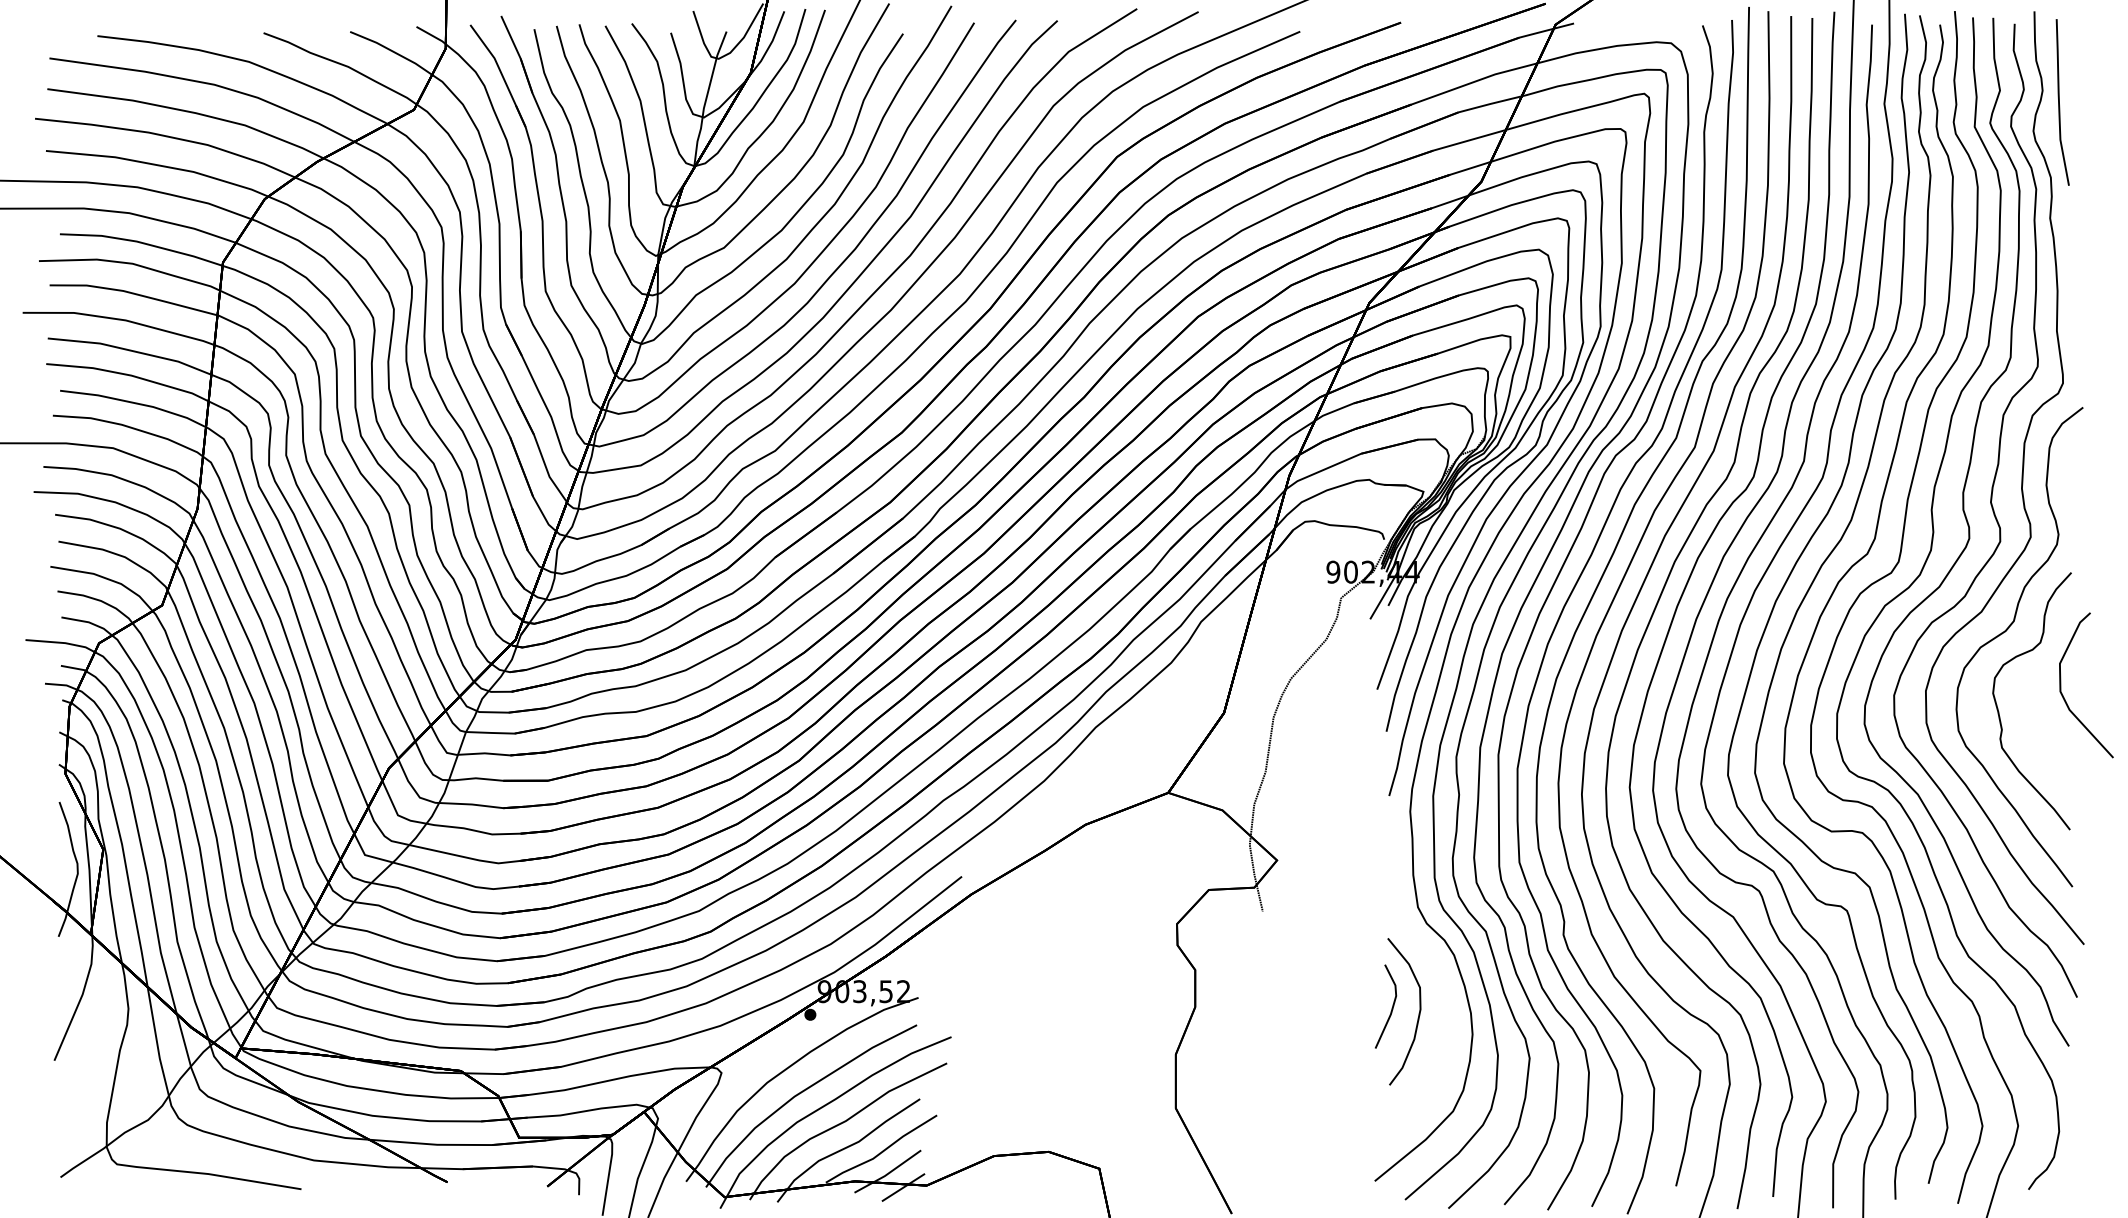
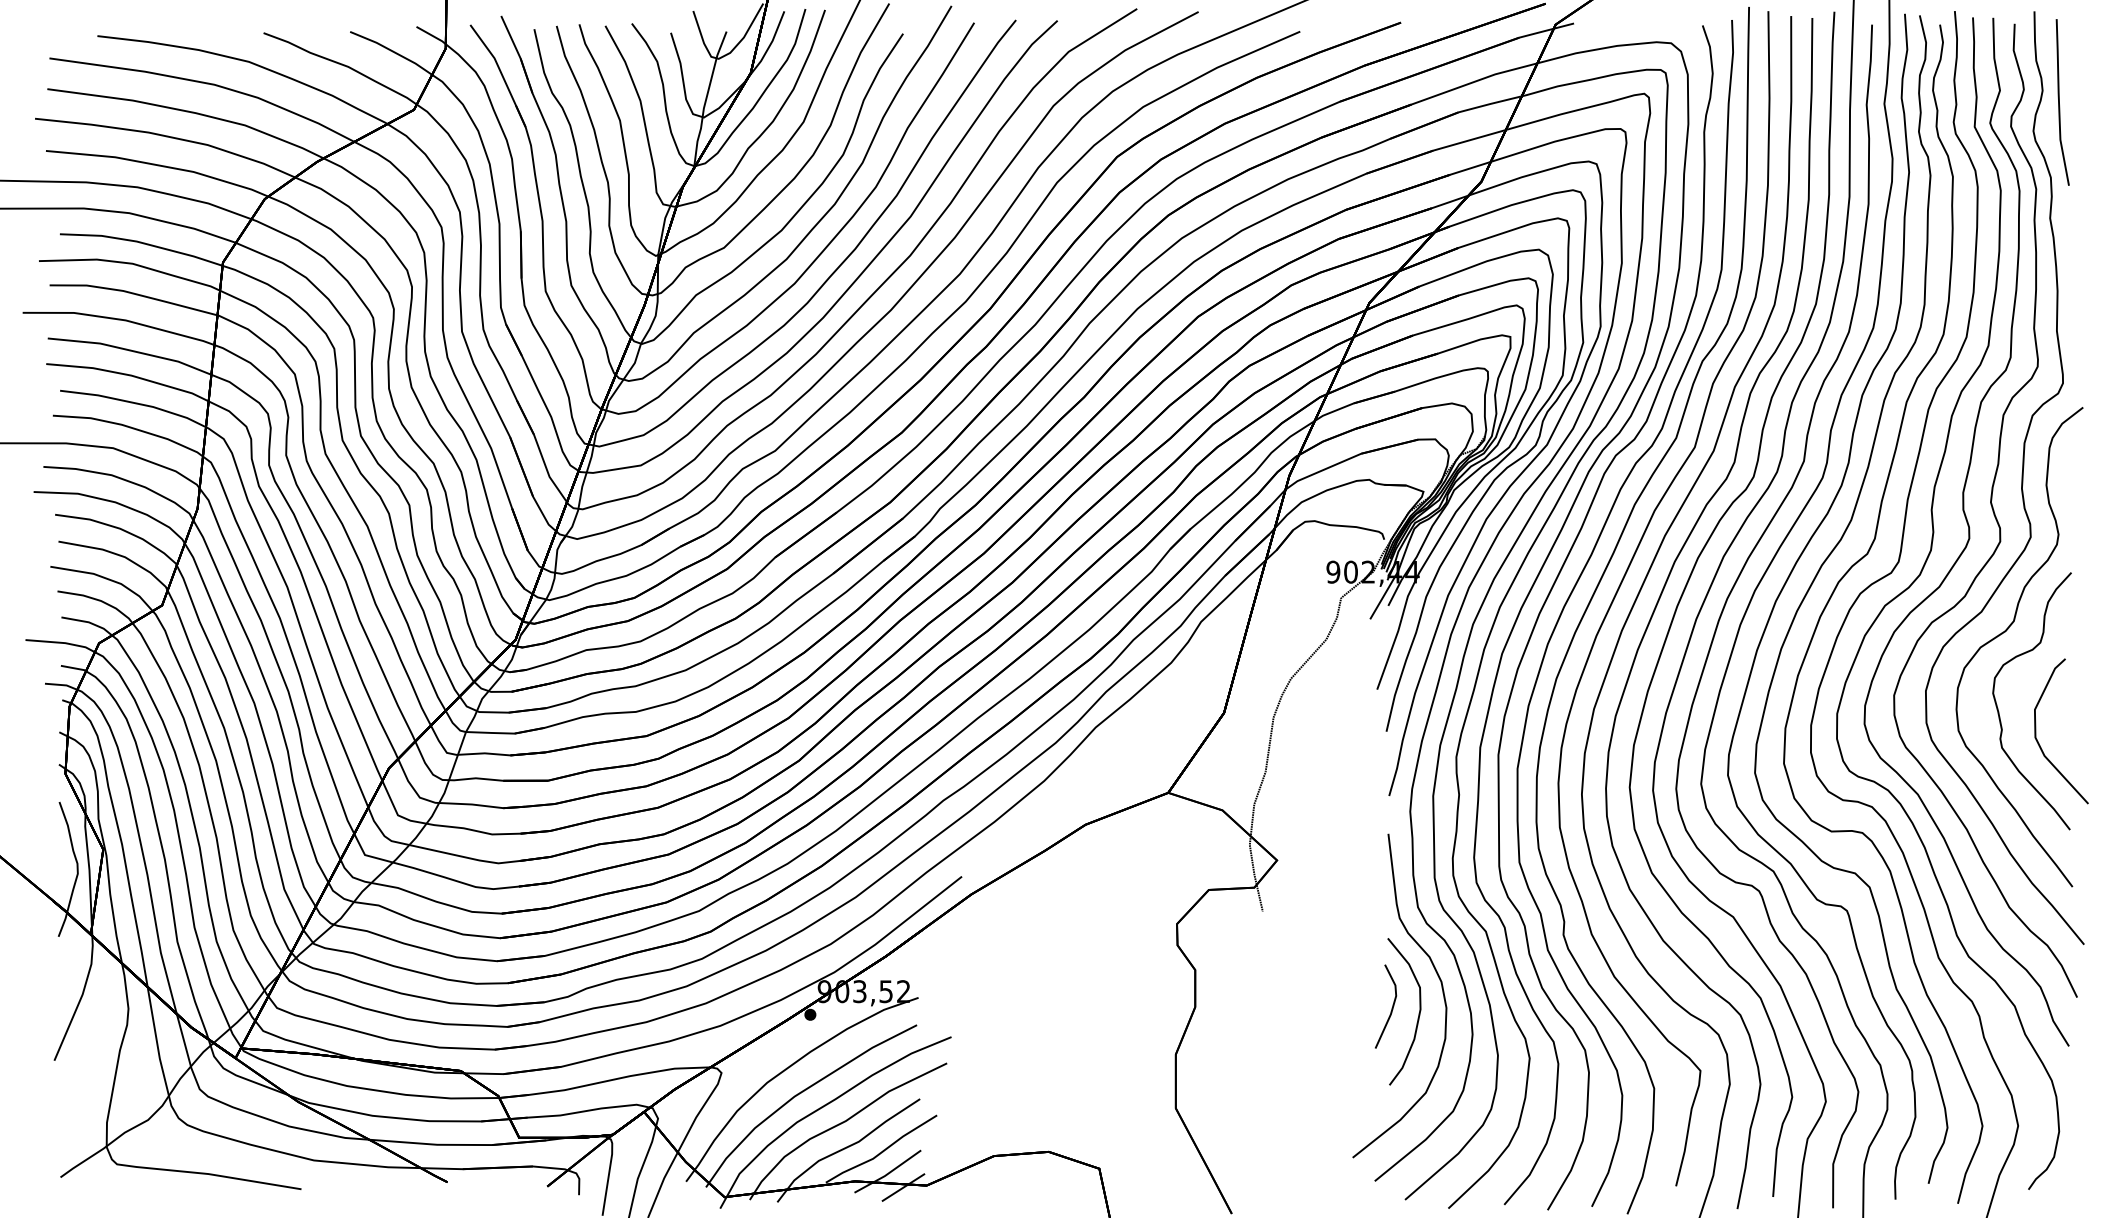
part at (2061, 685) position: (2061, 685) -> (2036, 731)
curve at (1437, 976): none -> present
